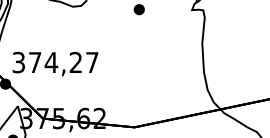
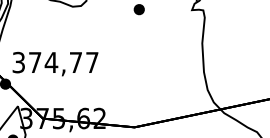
text at (75, 61): 374,27 -> 374,77
